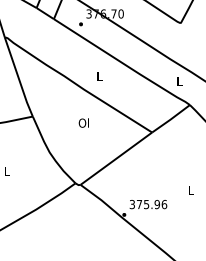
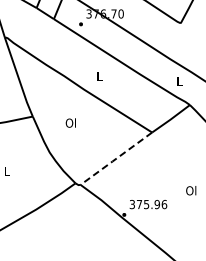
text at (83, 122) position: (83, 122) -> (70, 122)
line at (115, 159): solid -> dashed
text at (191, 190): L -> Ol
